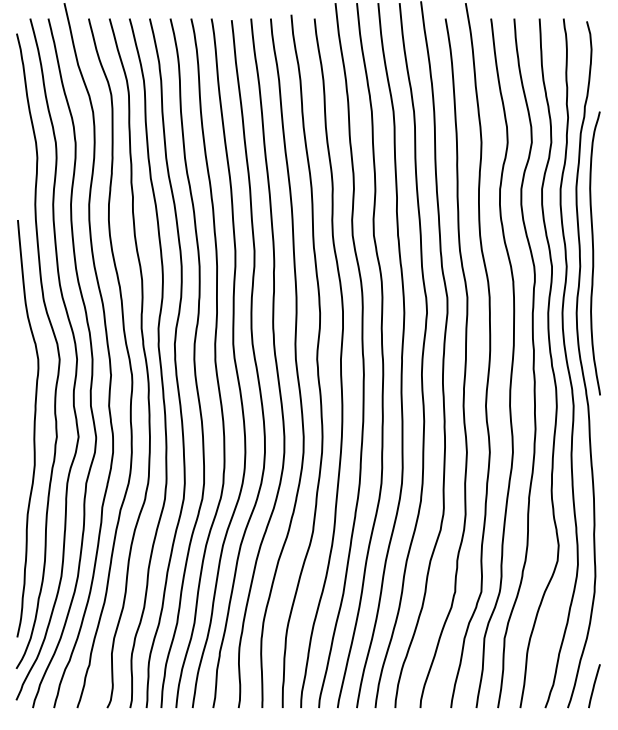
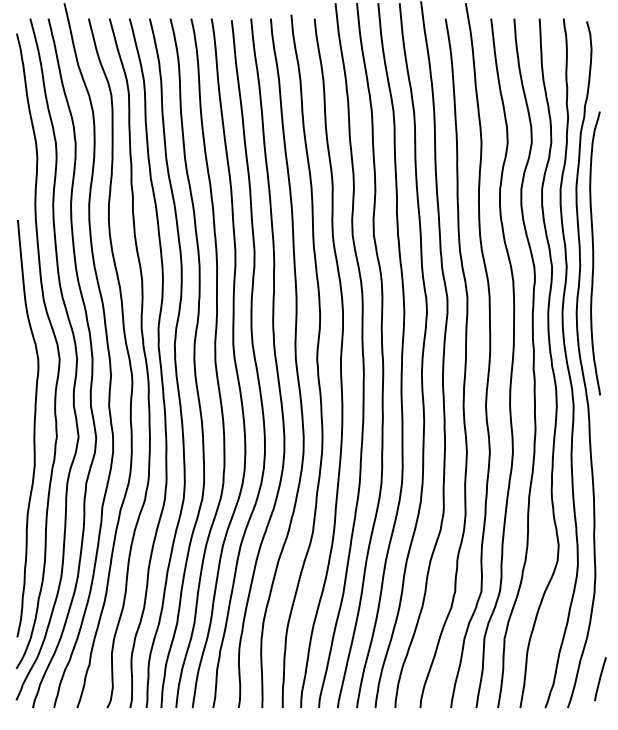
line at (594, 686) position: (594, 686) -> (600, 679)
